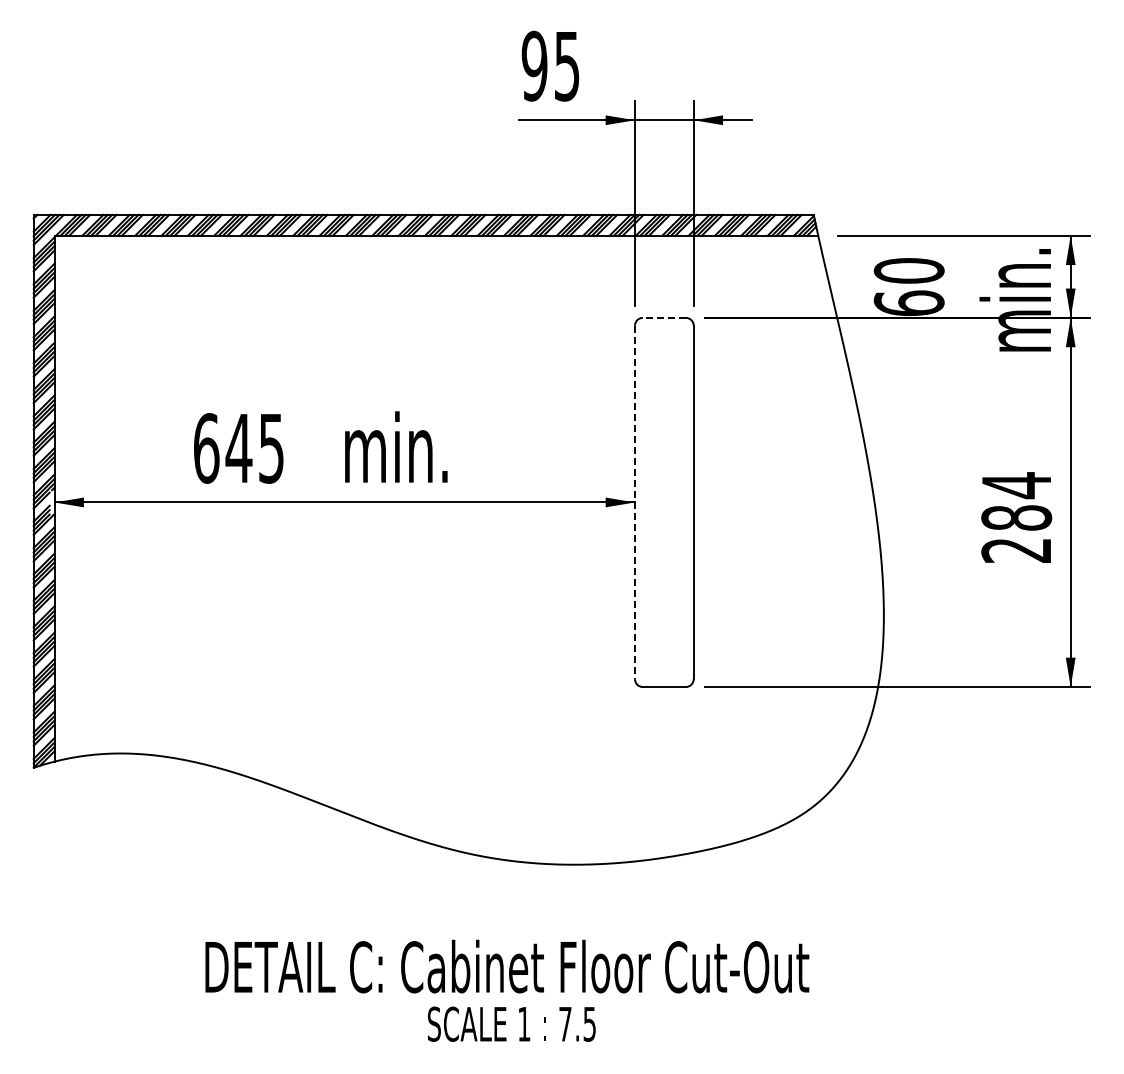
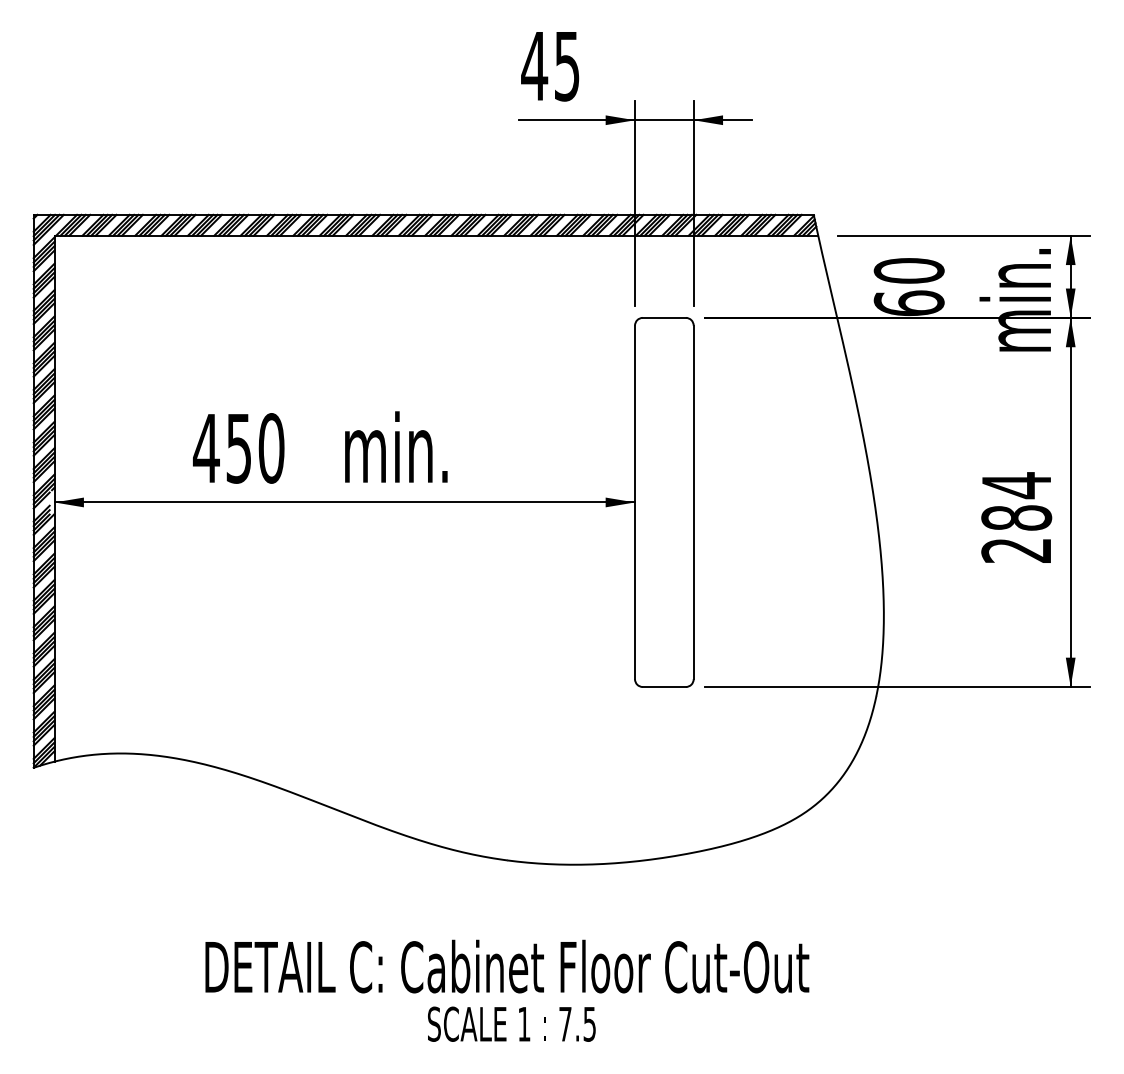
text at (534, 65): 95 -> 45
line at (664, 317): dashed -> solid
text at (238, 448): 645 -> 450
line at (635, 502): dashed -> solid
